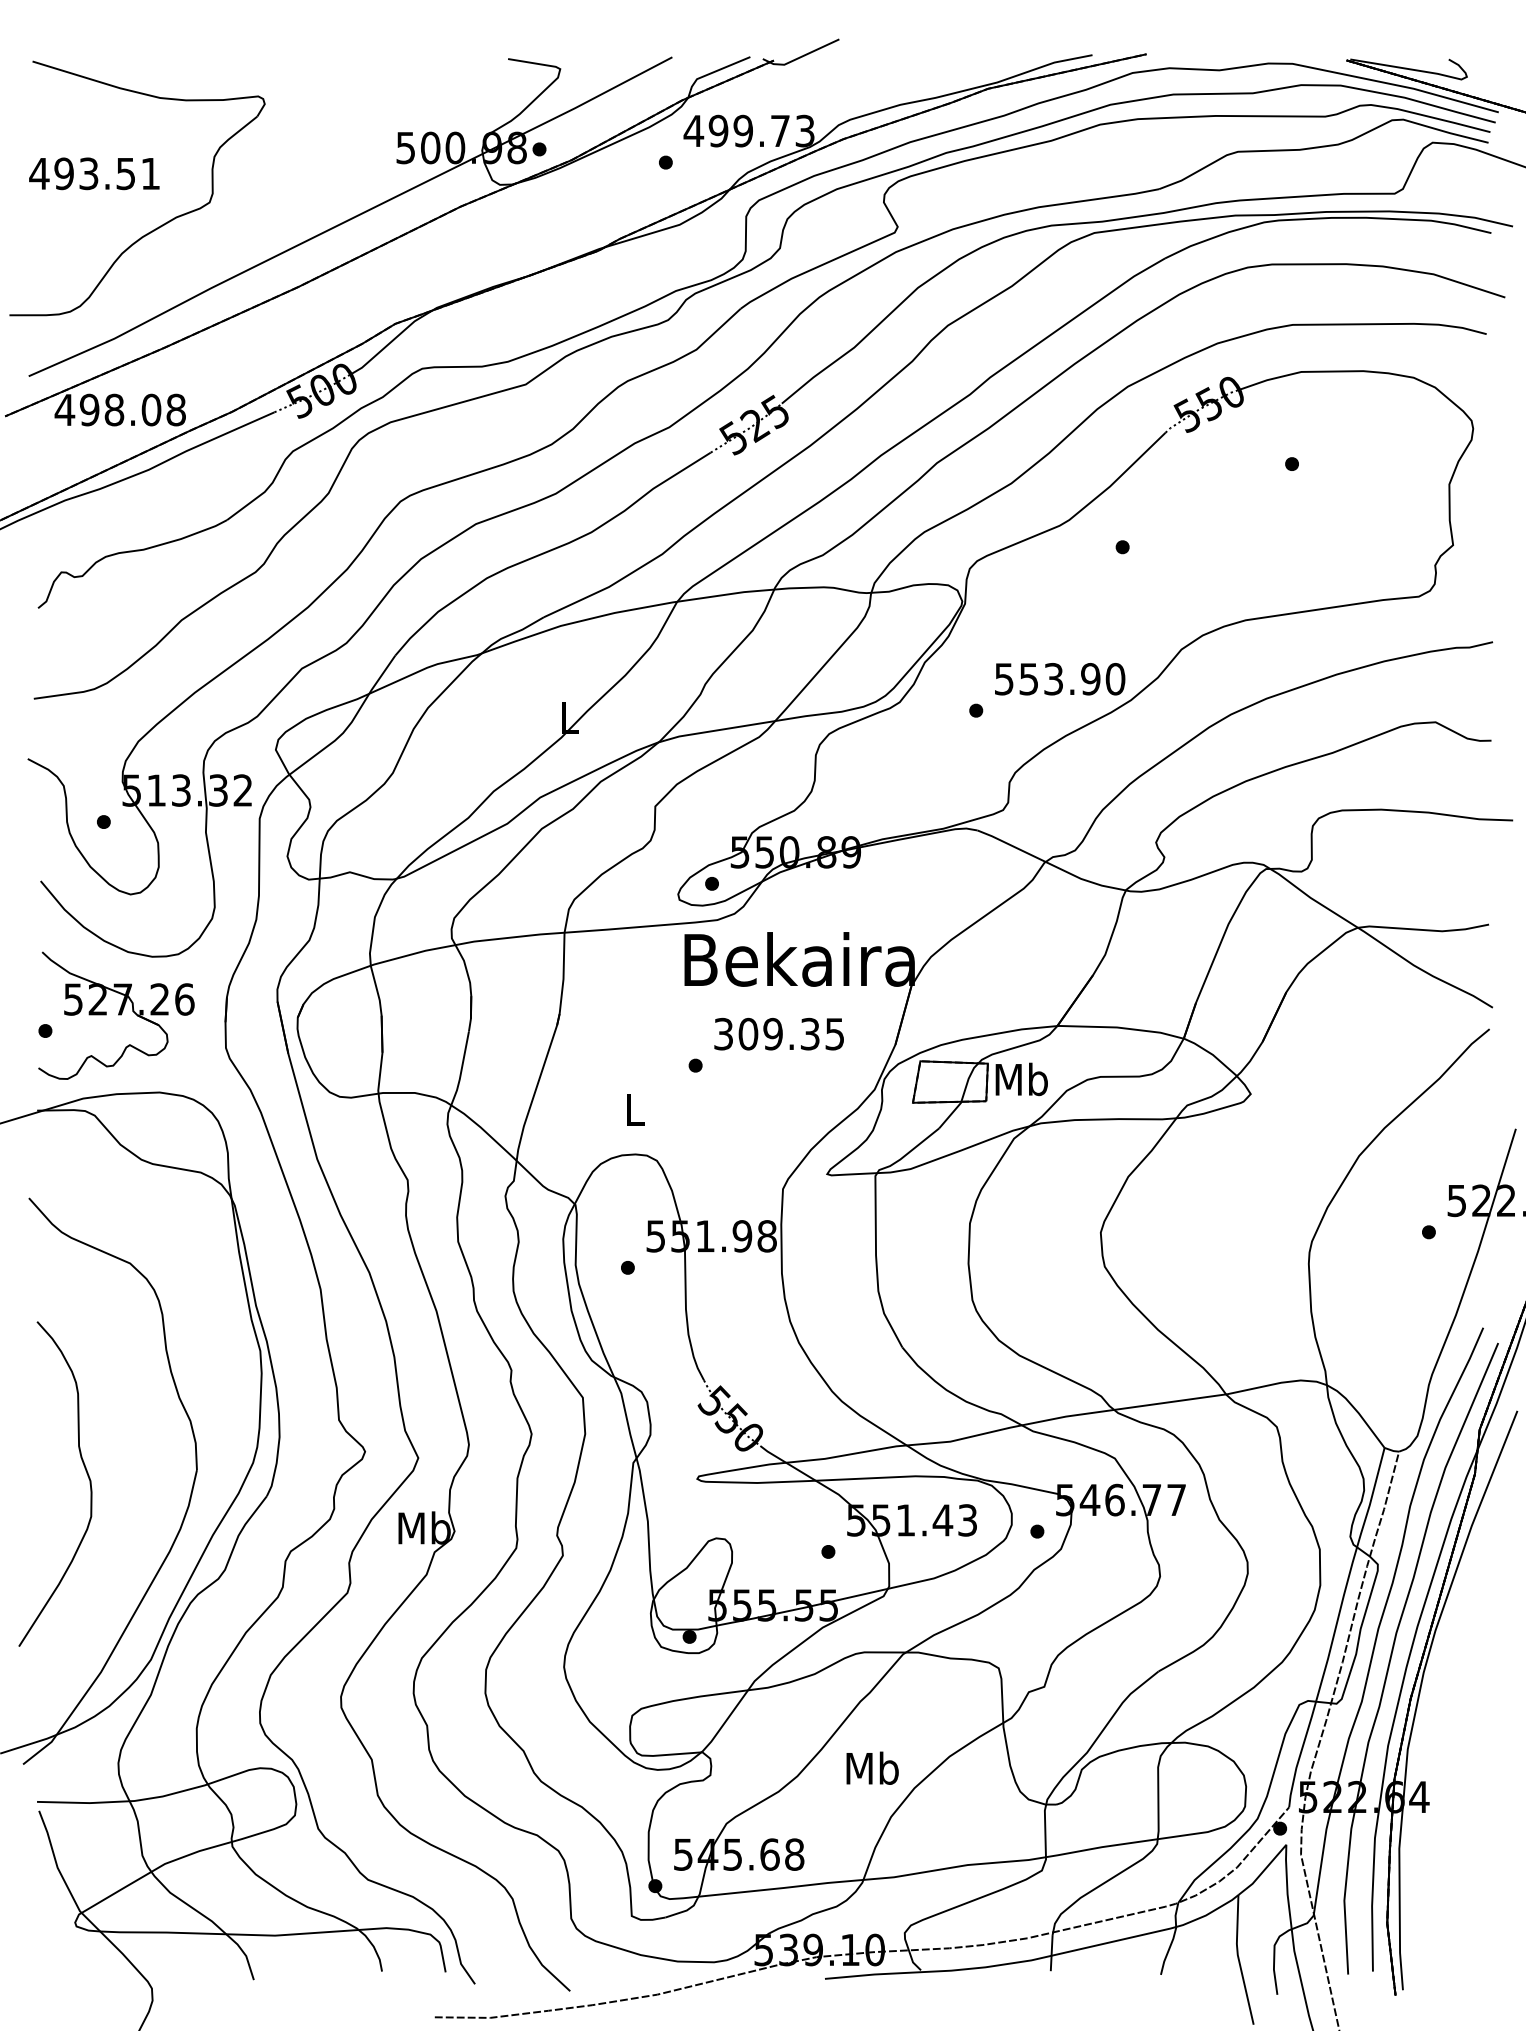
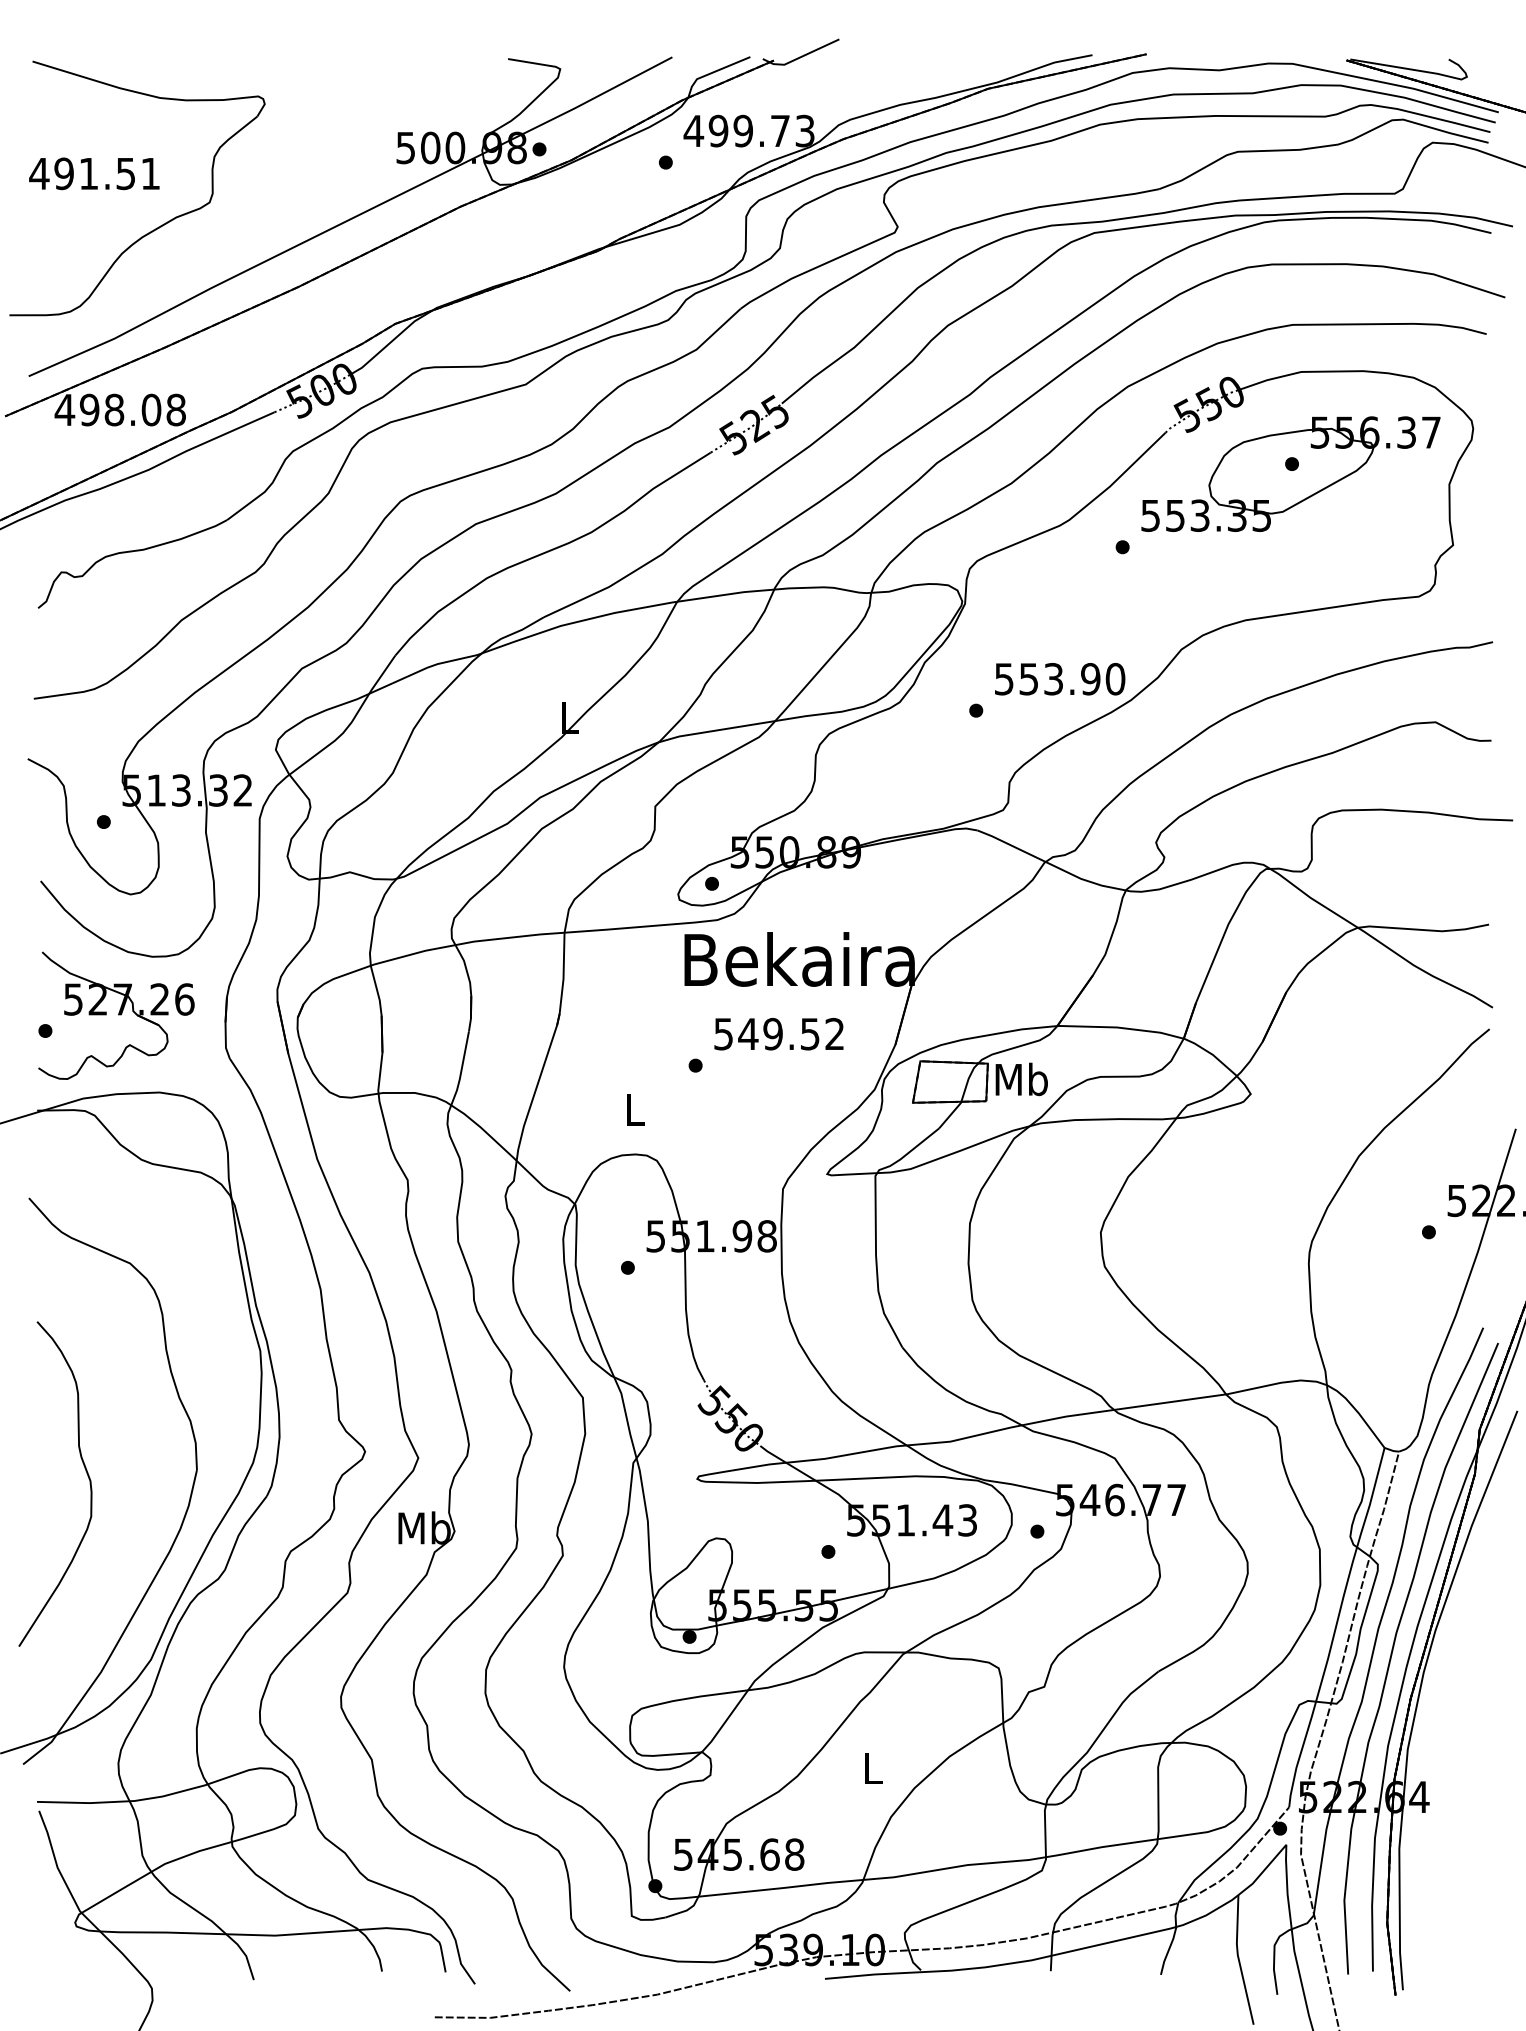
text at (88, 173): 493.51 -> 491.51
part at (1290, 473): none -> present
text at (778, 1033): 309.35 -> 549.52
text at (872, 1767): Mb -> L
